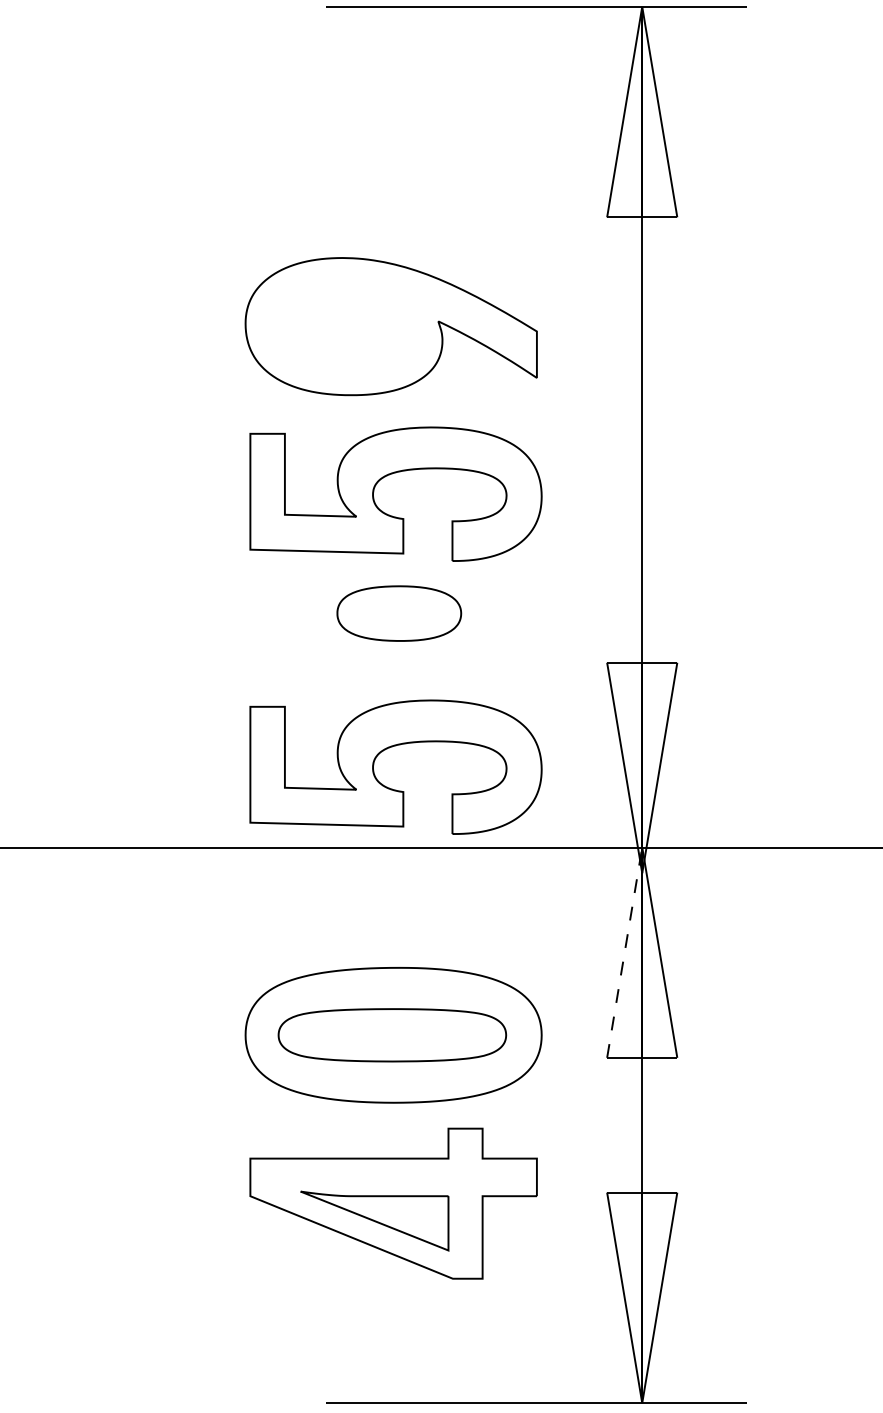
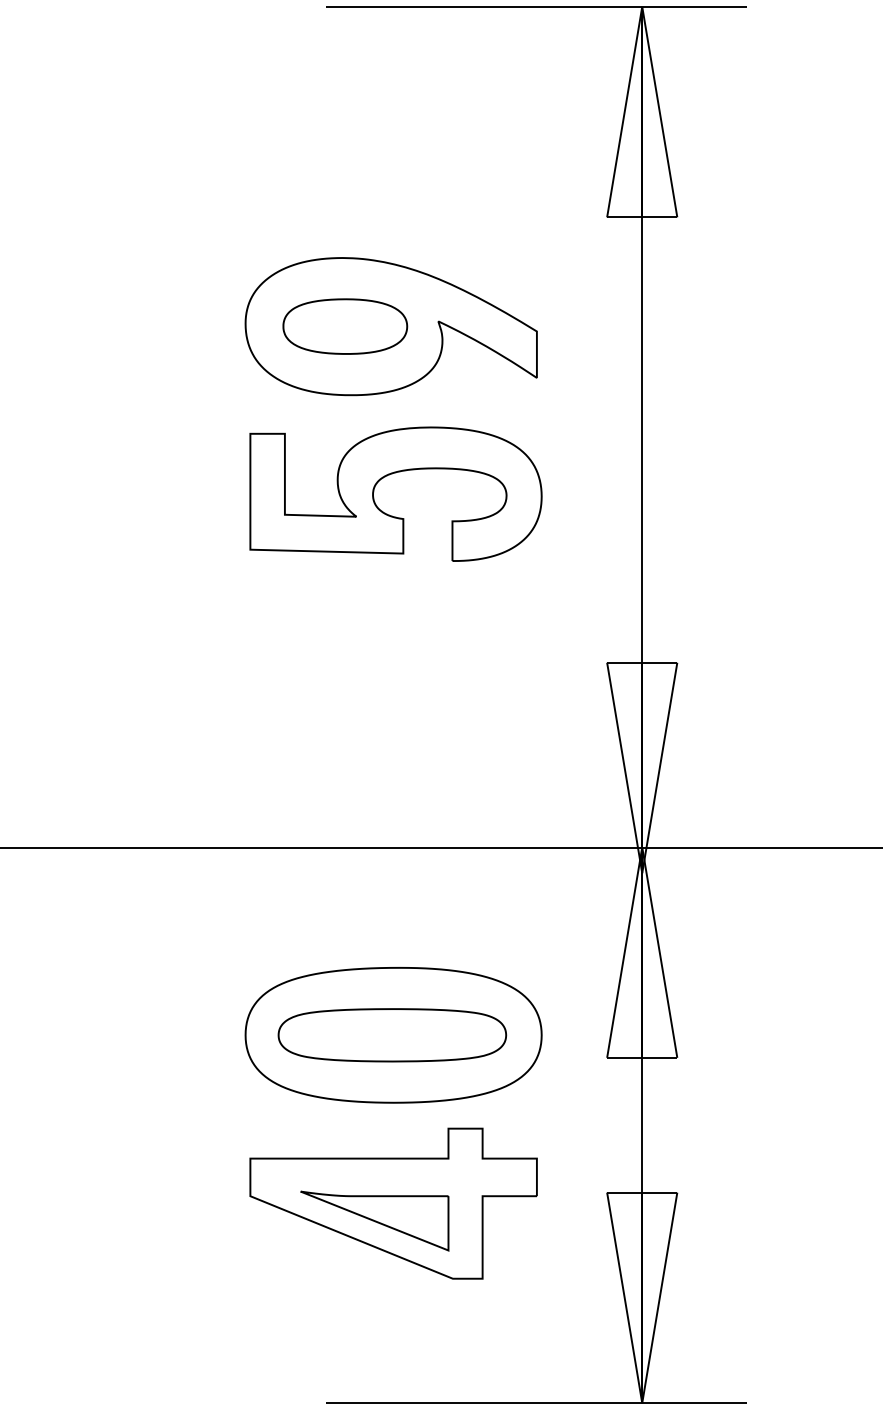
part at (399, 613) position: (399, 613) -> (345, 326)
part at (387, 749): present -> none
line at (624, 952): dashed -> solid
